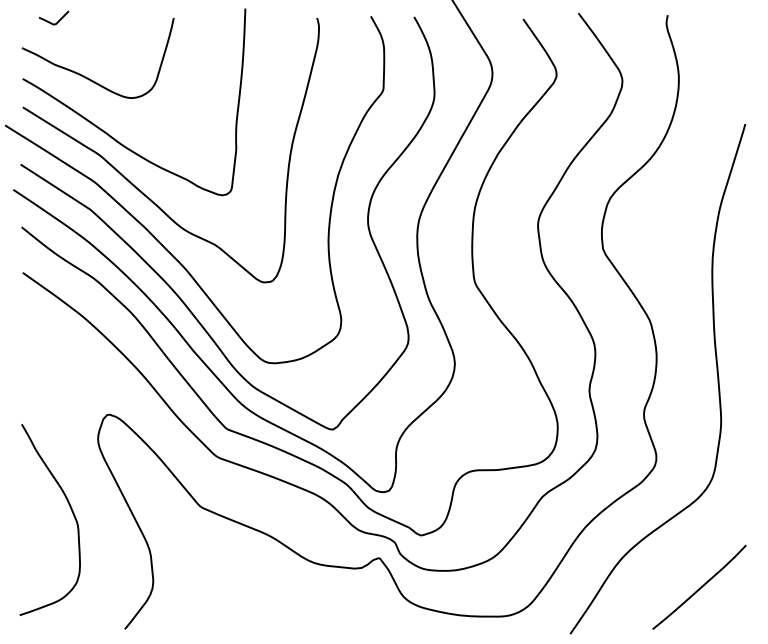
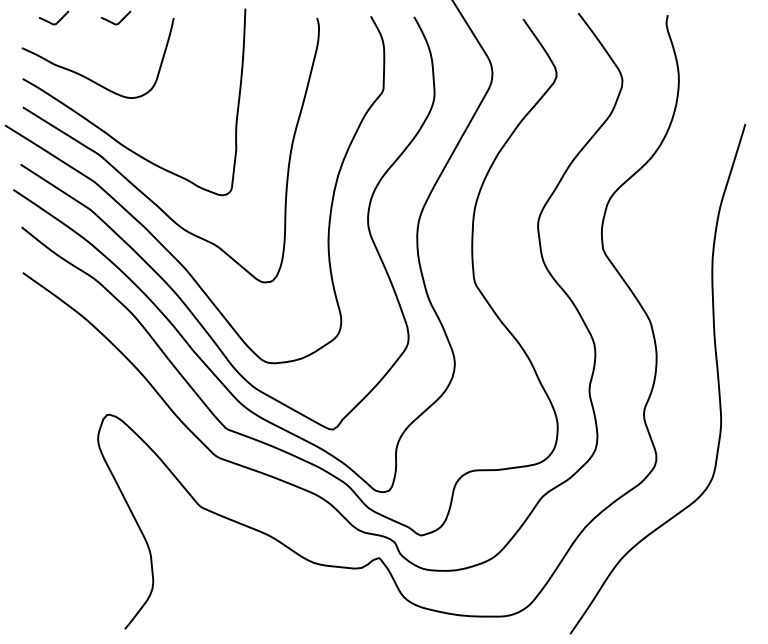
curve at (113, 22): none -> present
curve at (70, 509): present -> none
curve at (700, 586): present -> none
